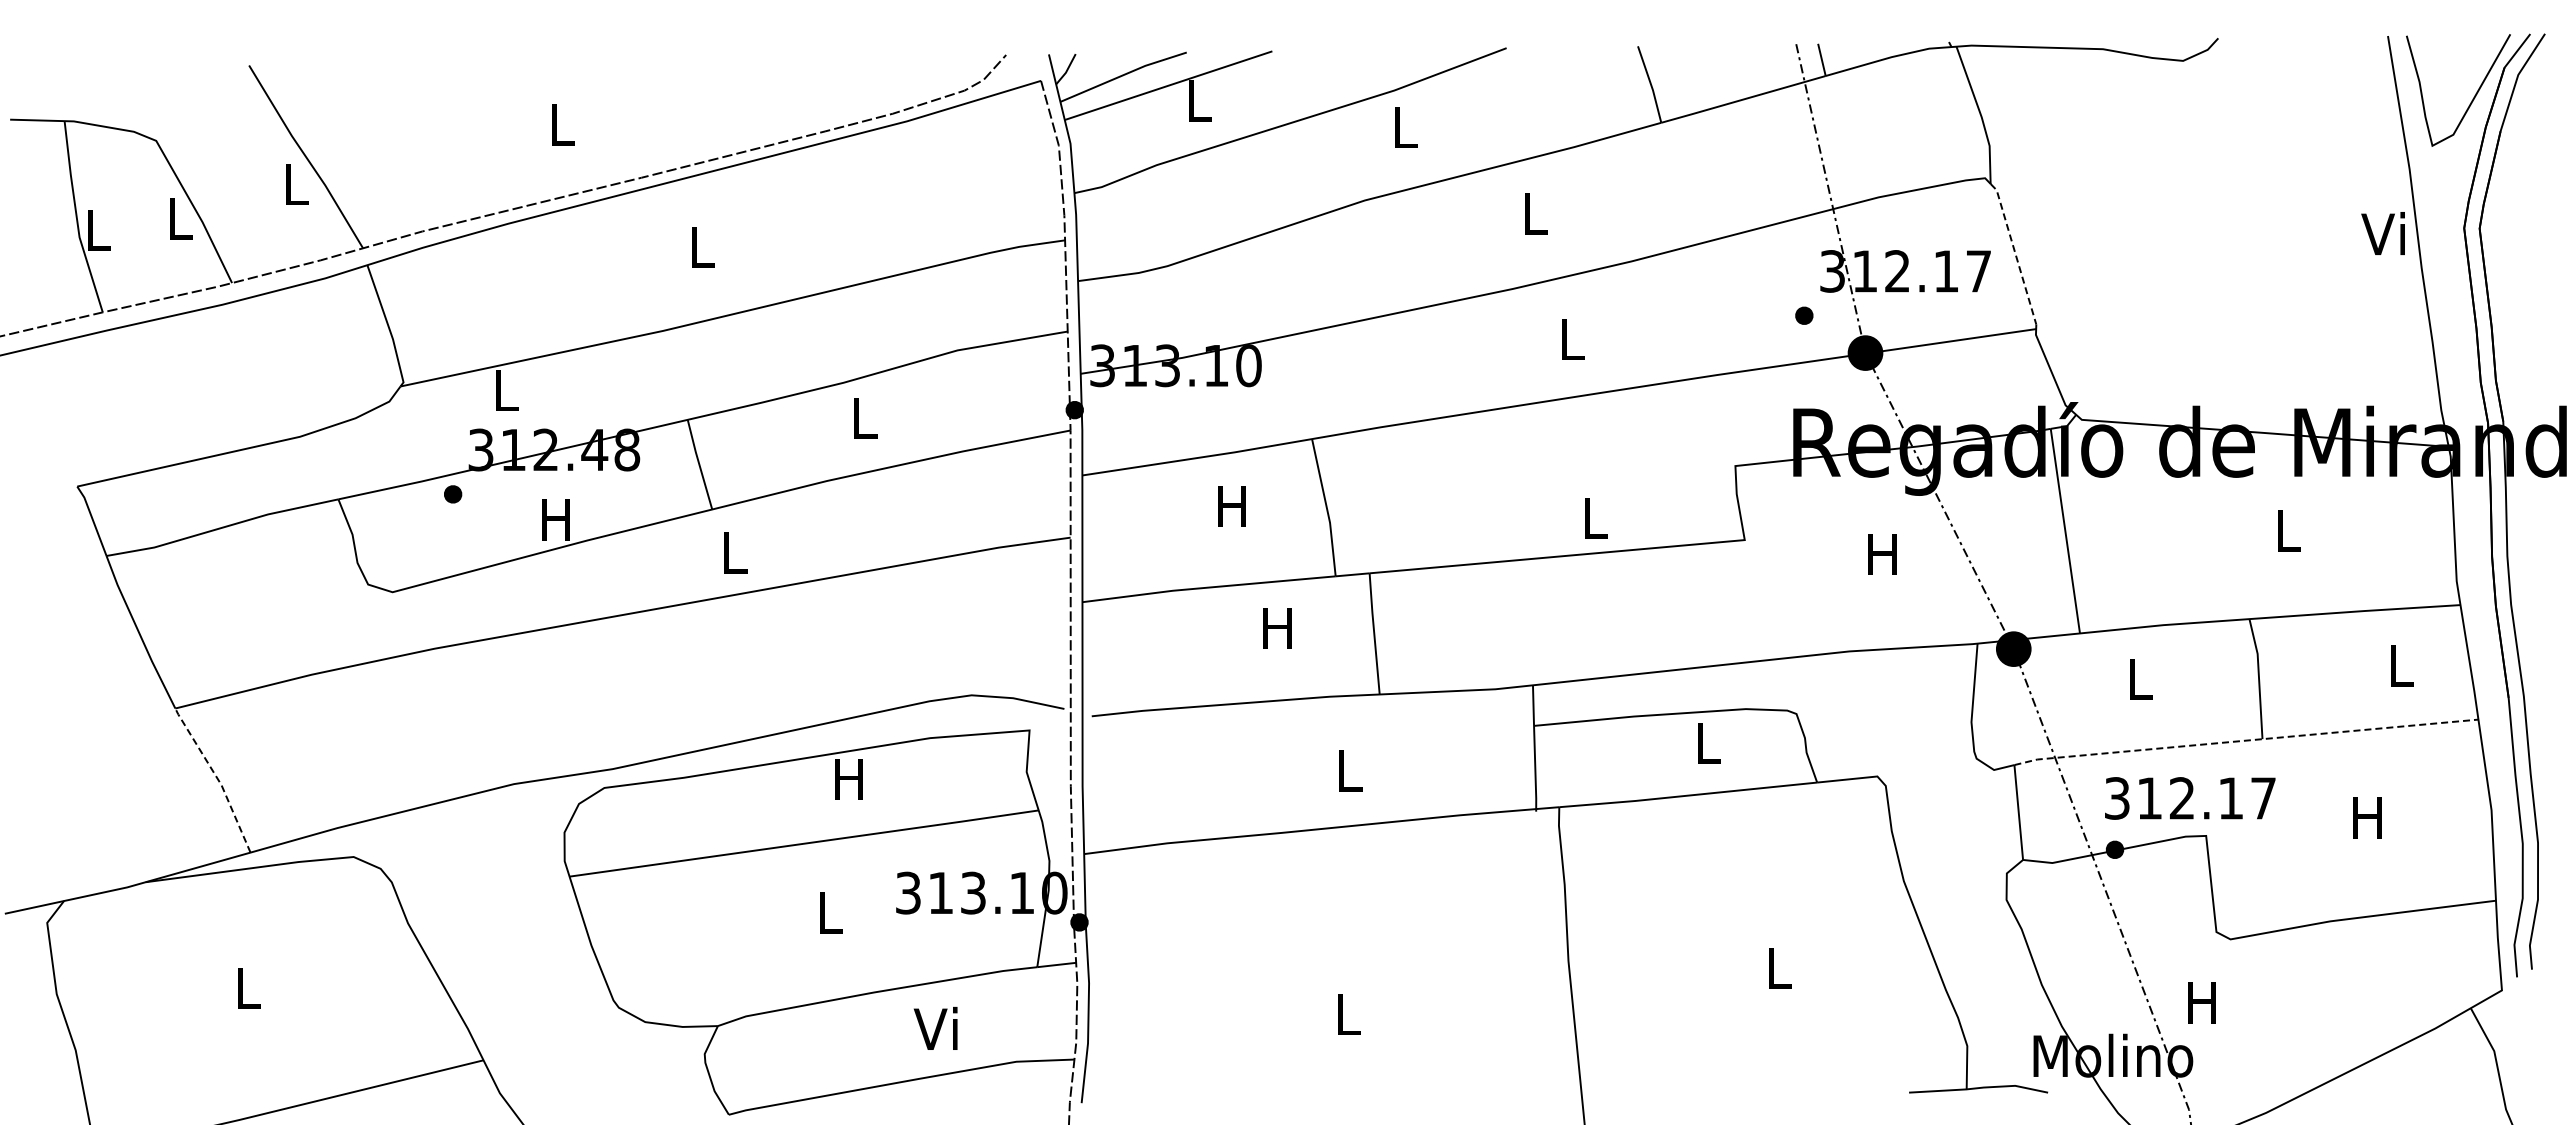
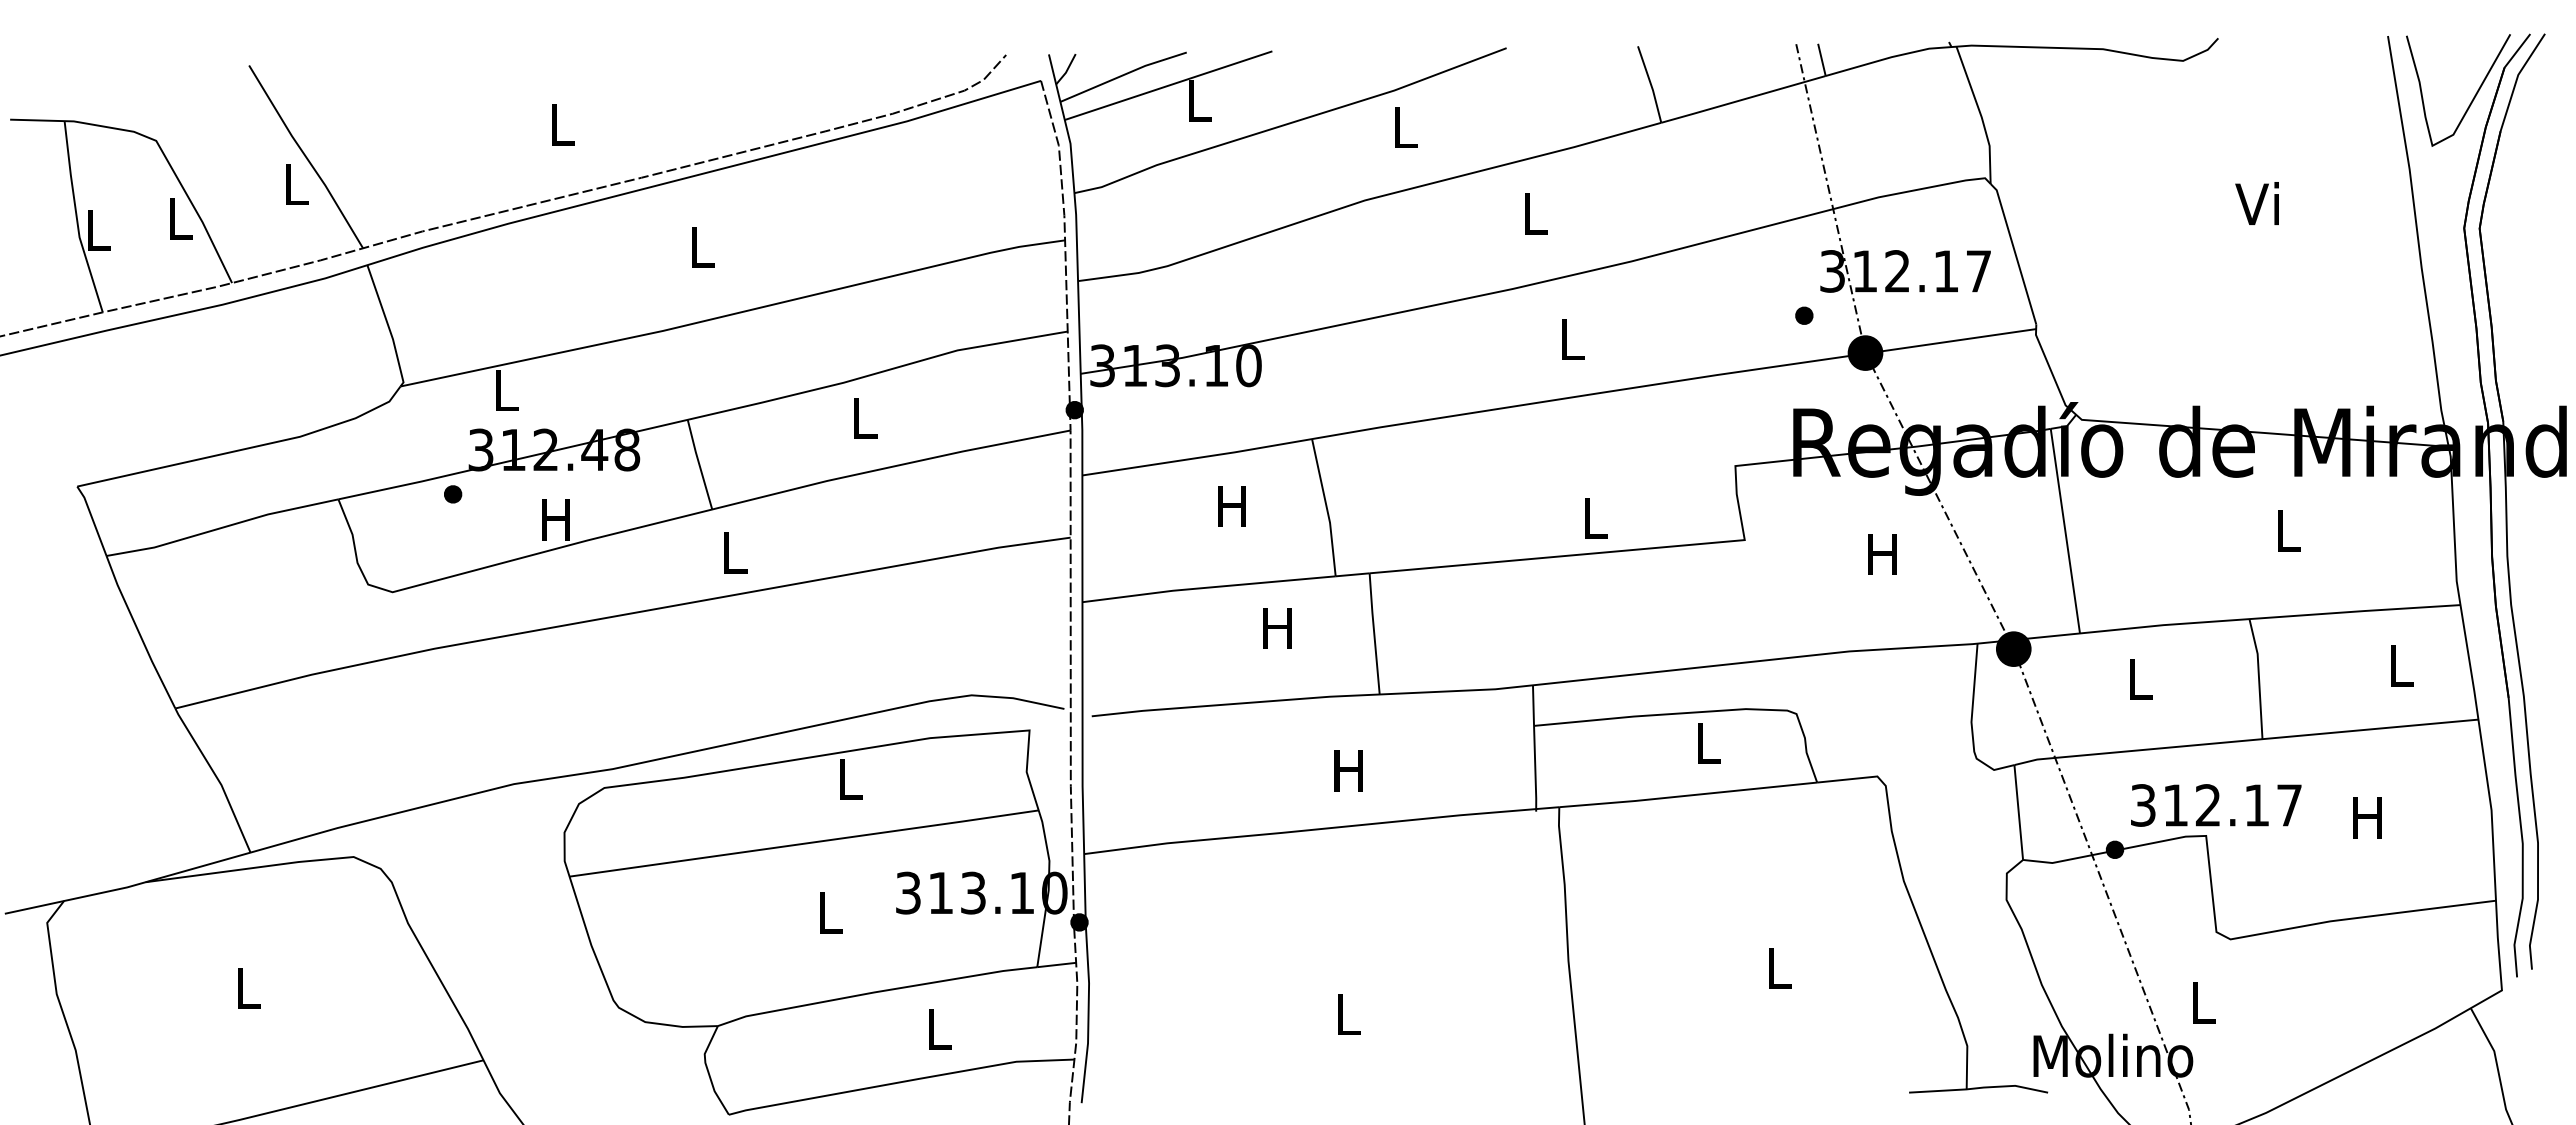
text at (2382, 233) position: (2382, 233) -> (2256, 203)
line at (2015, 253): dashed -> solid
line at (2245, 740): dashed -> solid
text at (1348, 770): L -> H
line at (217, 778): dashed -> solid
text at (848, 779): H -> L
text at (2190, 798) position: (2190, 798) -> (2216, 805)
text at (2201, 1002): H -> L
text at (935, 1027): Vi -> L
